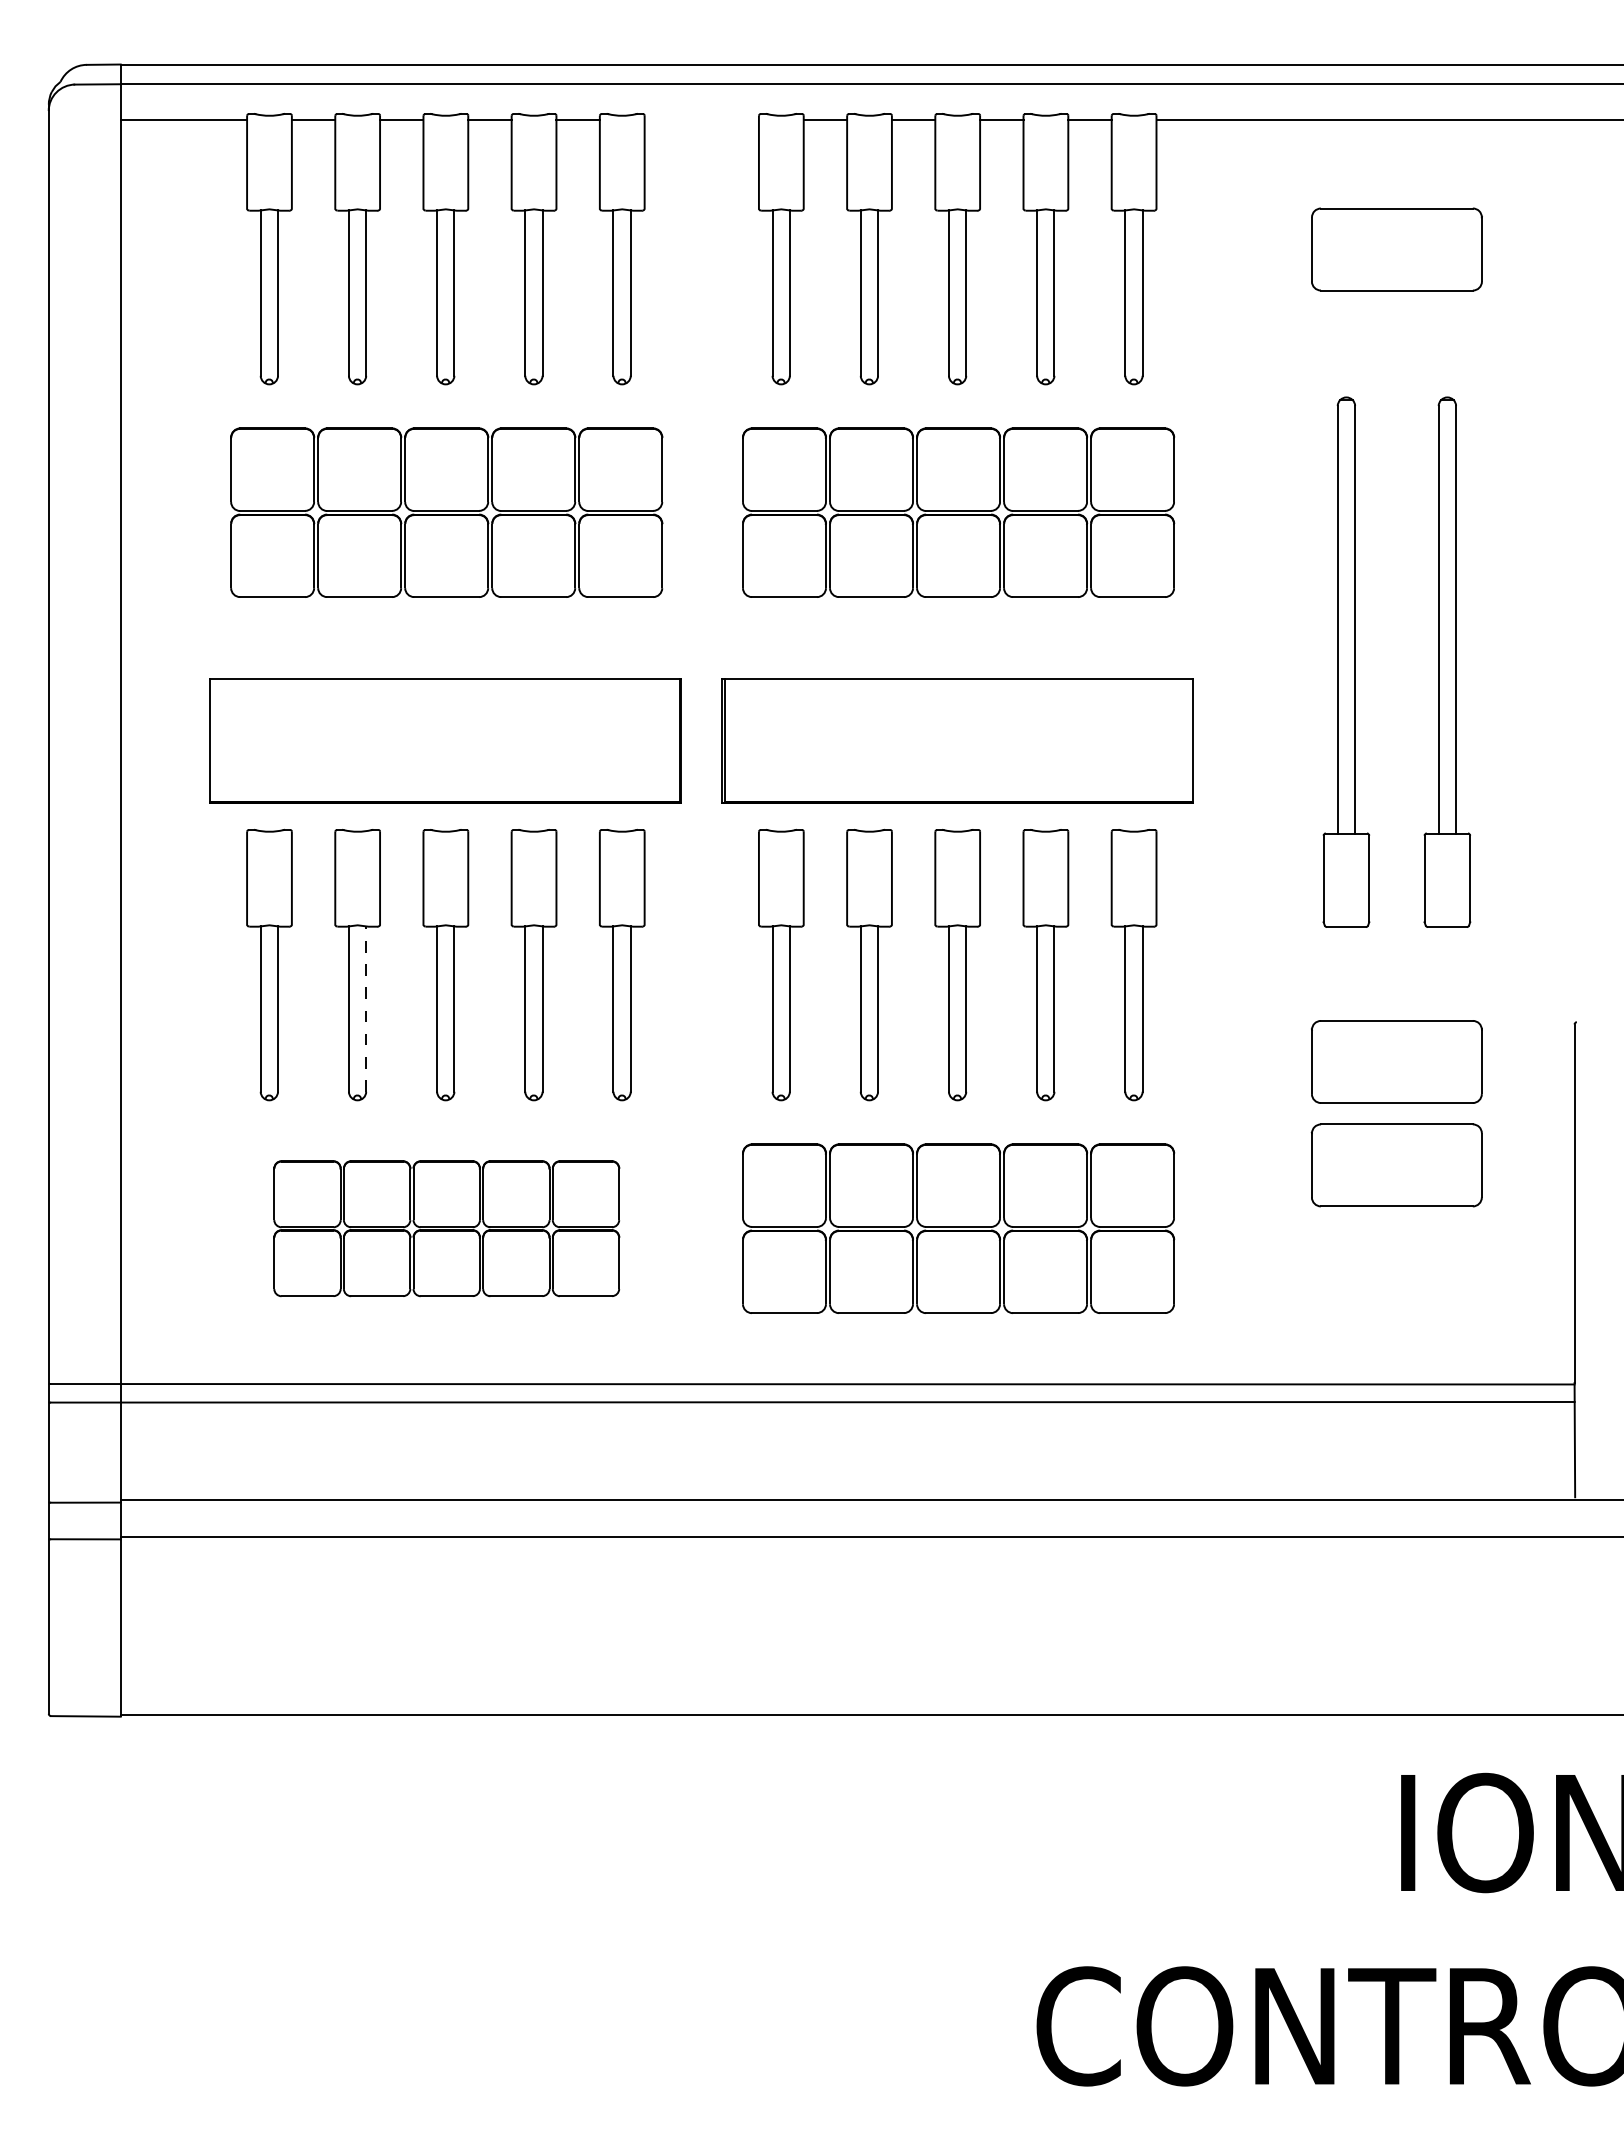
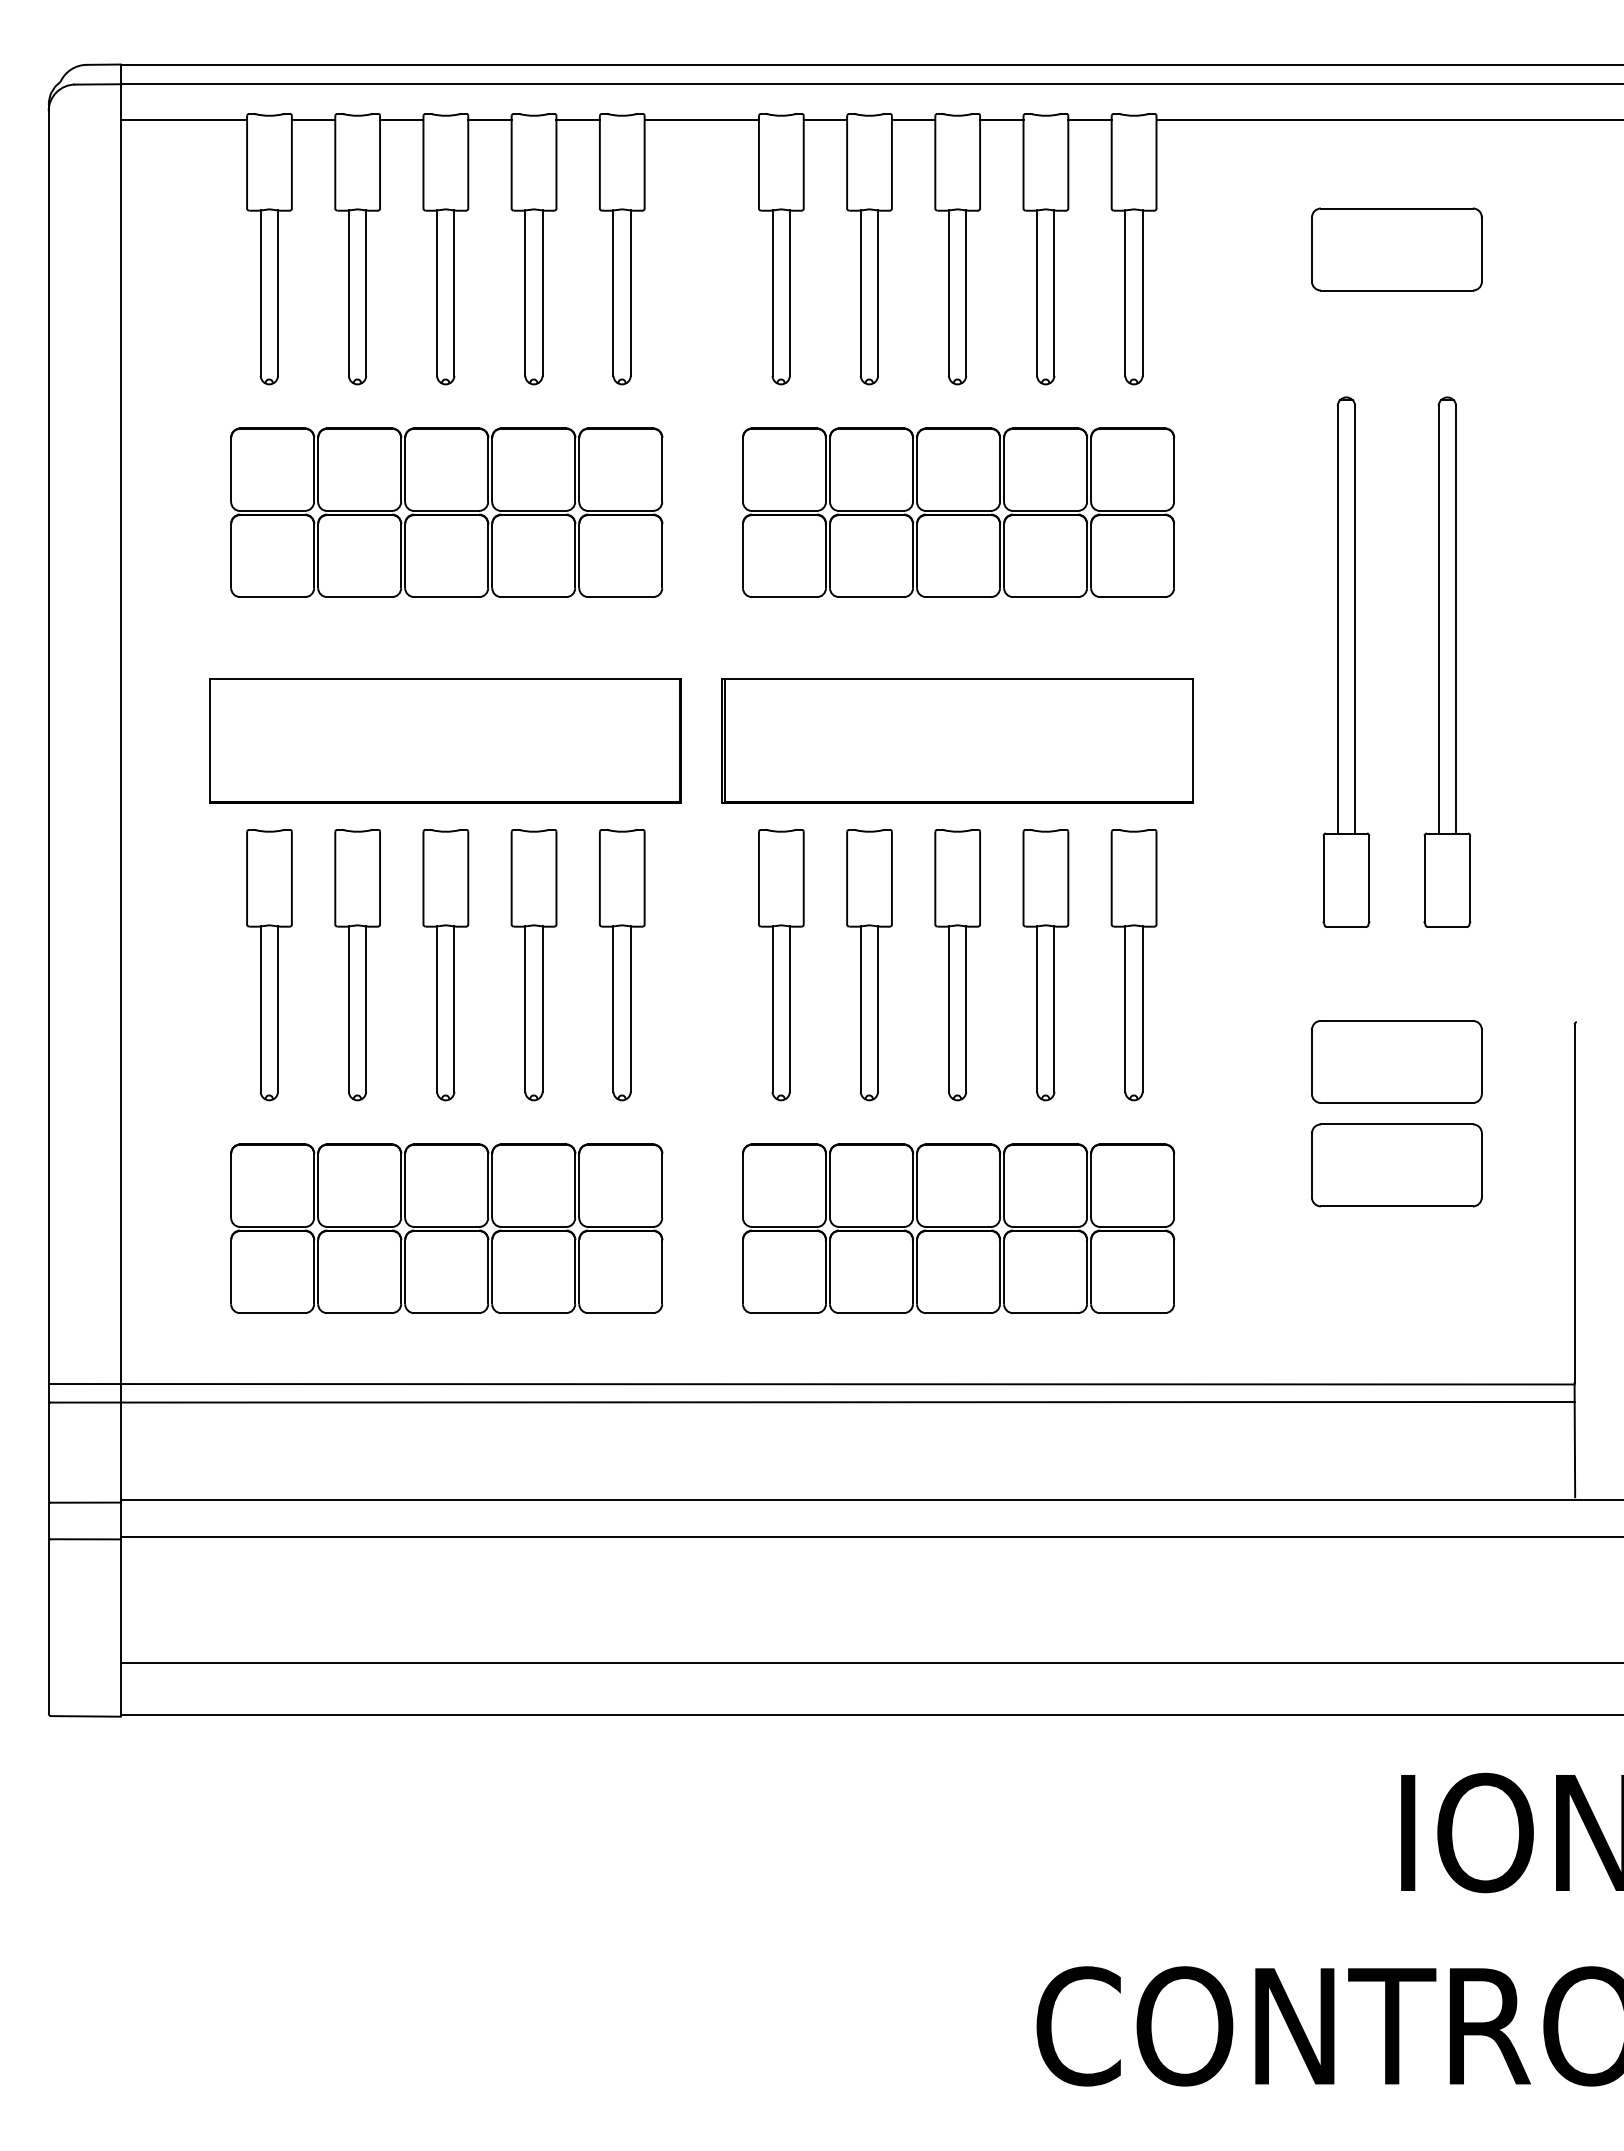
line at (701, 120): none -> present
line at (366, 1009): dashed -> solid
part at (446, 1228) size: 348x138 px -> 434x171 px
line at (870, 1663): none -> present
